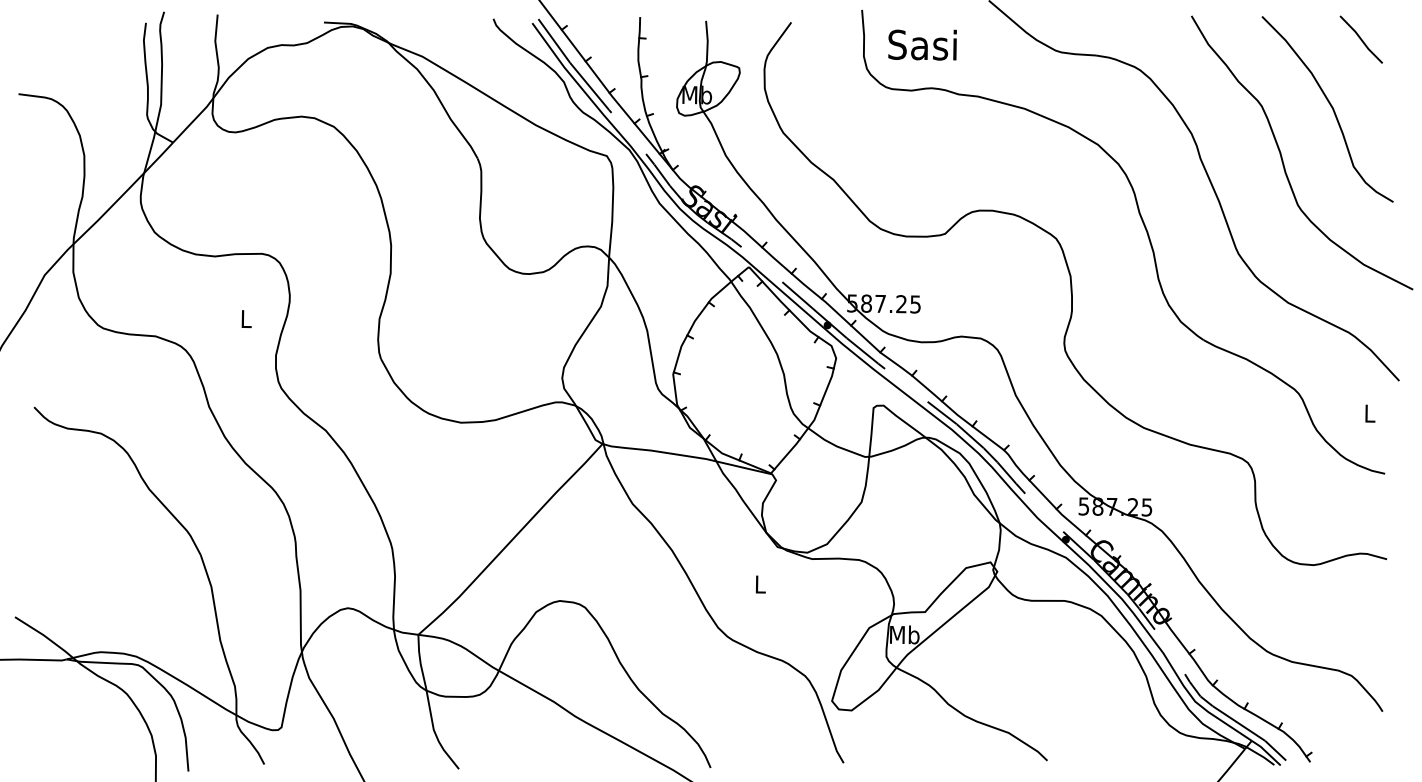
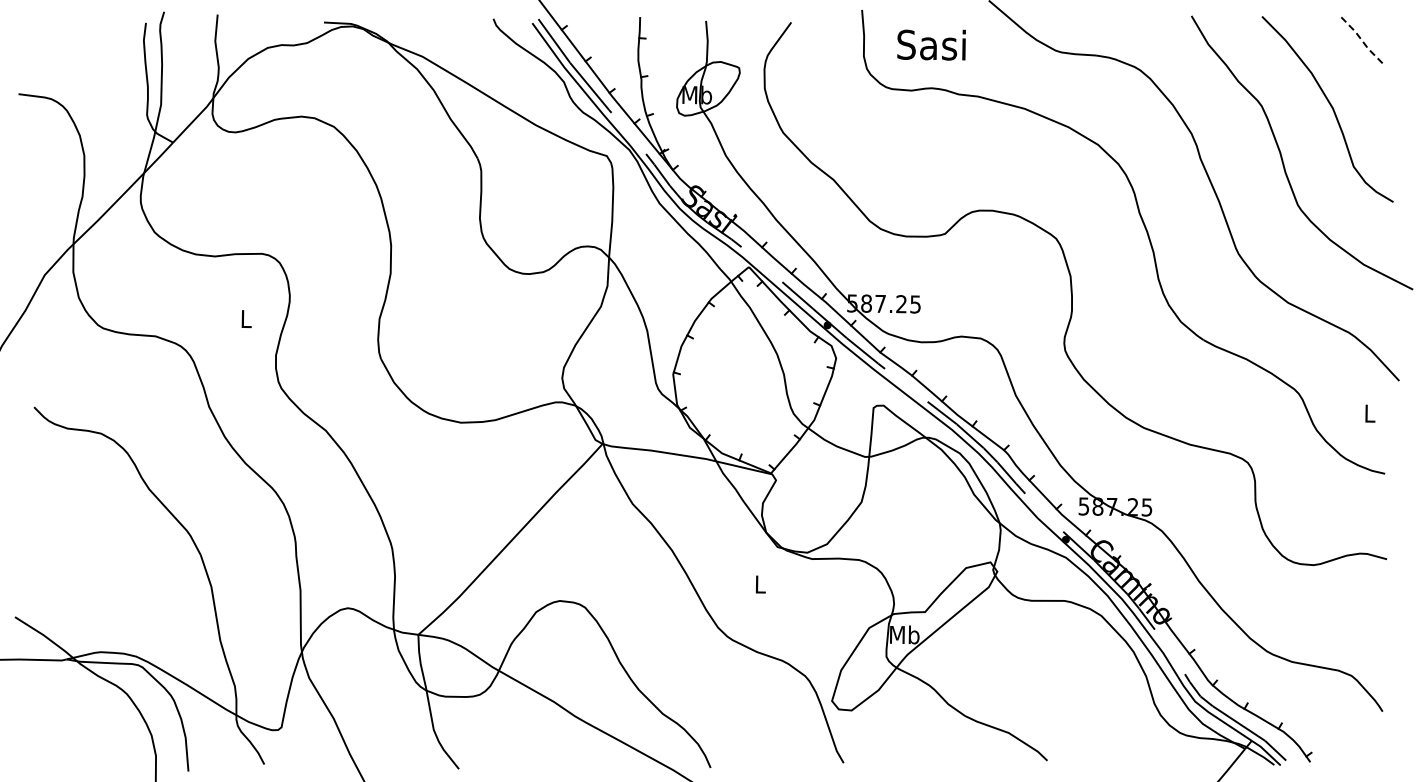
line at (1361, 39): solid -> dashed
text at (922, 44) position: (922, 44) -> (931, 44)
